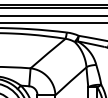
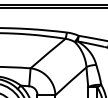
line at (53, 16): present -> none
line at (53, 22): present -> none
